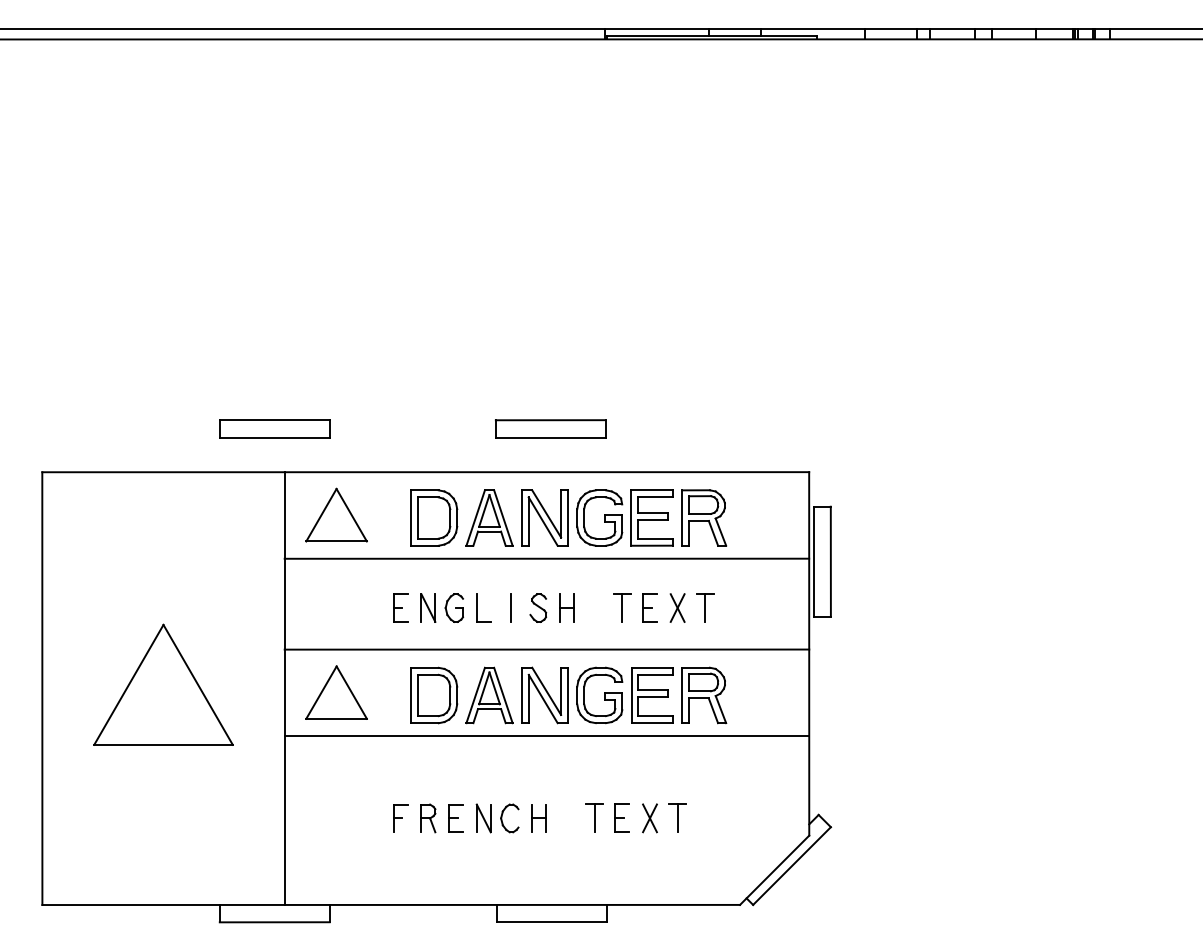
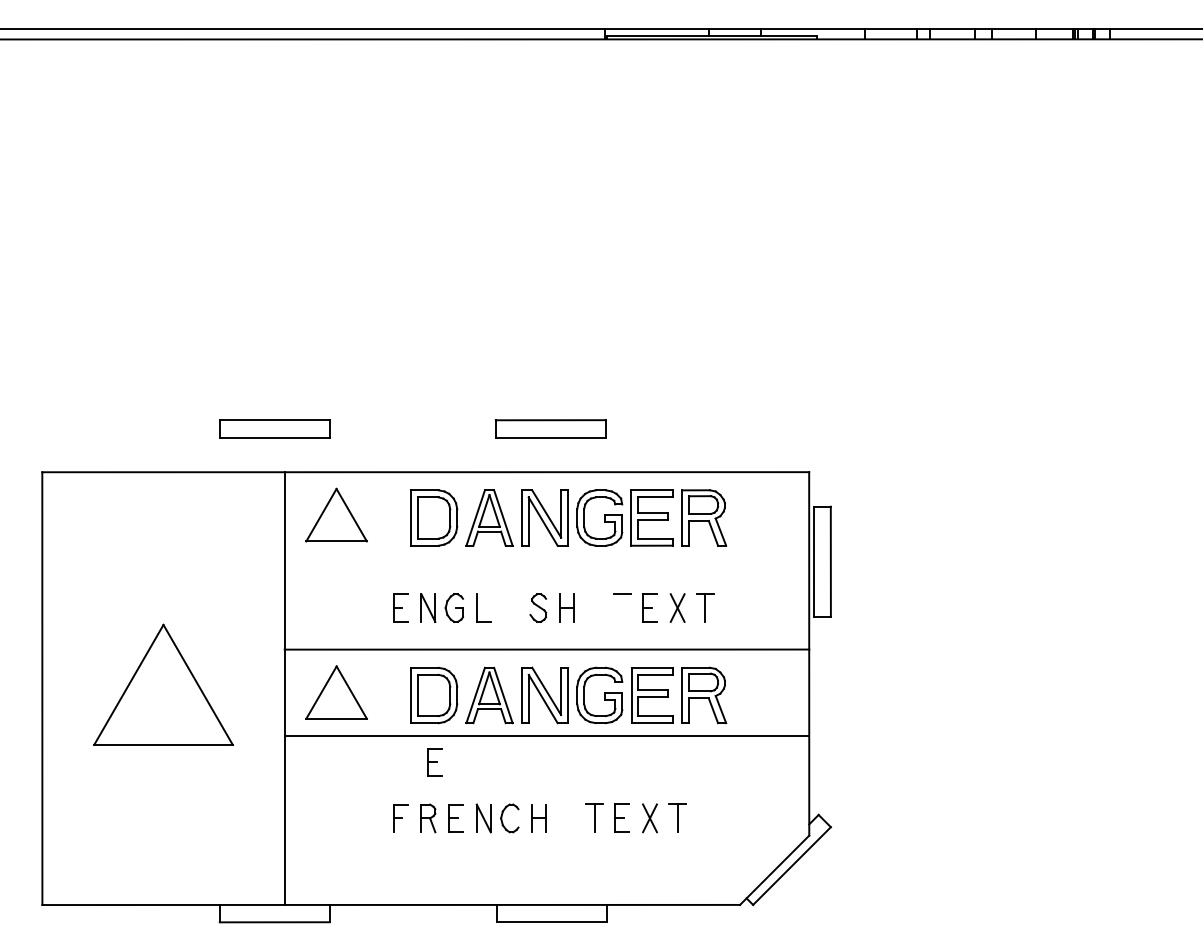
line at (546, 558): present -> none
line at (511, 607): present -> none
line at (622, 607): present -> none
part at (434, 762): none -> present
